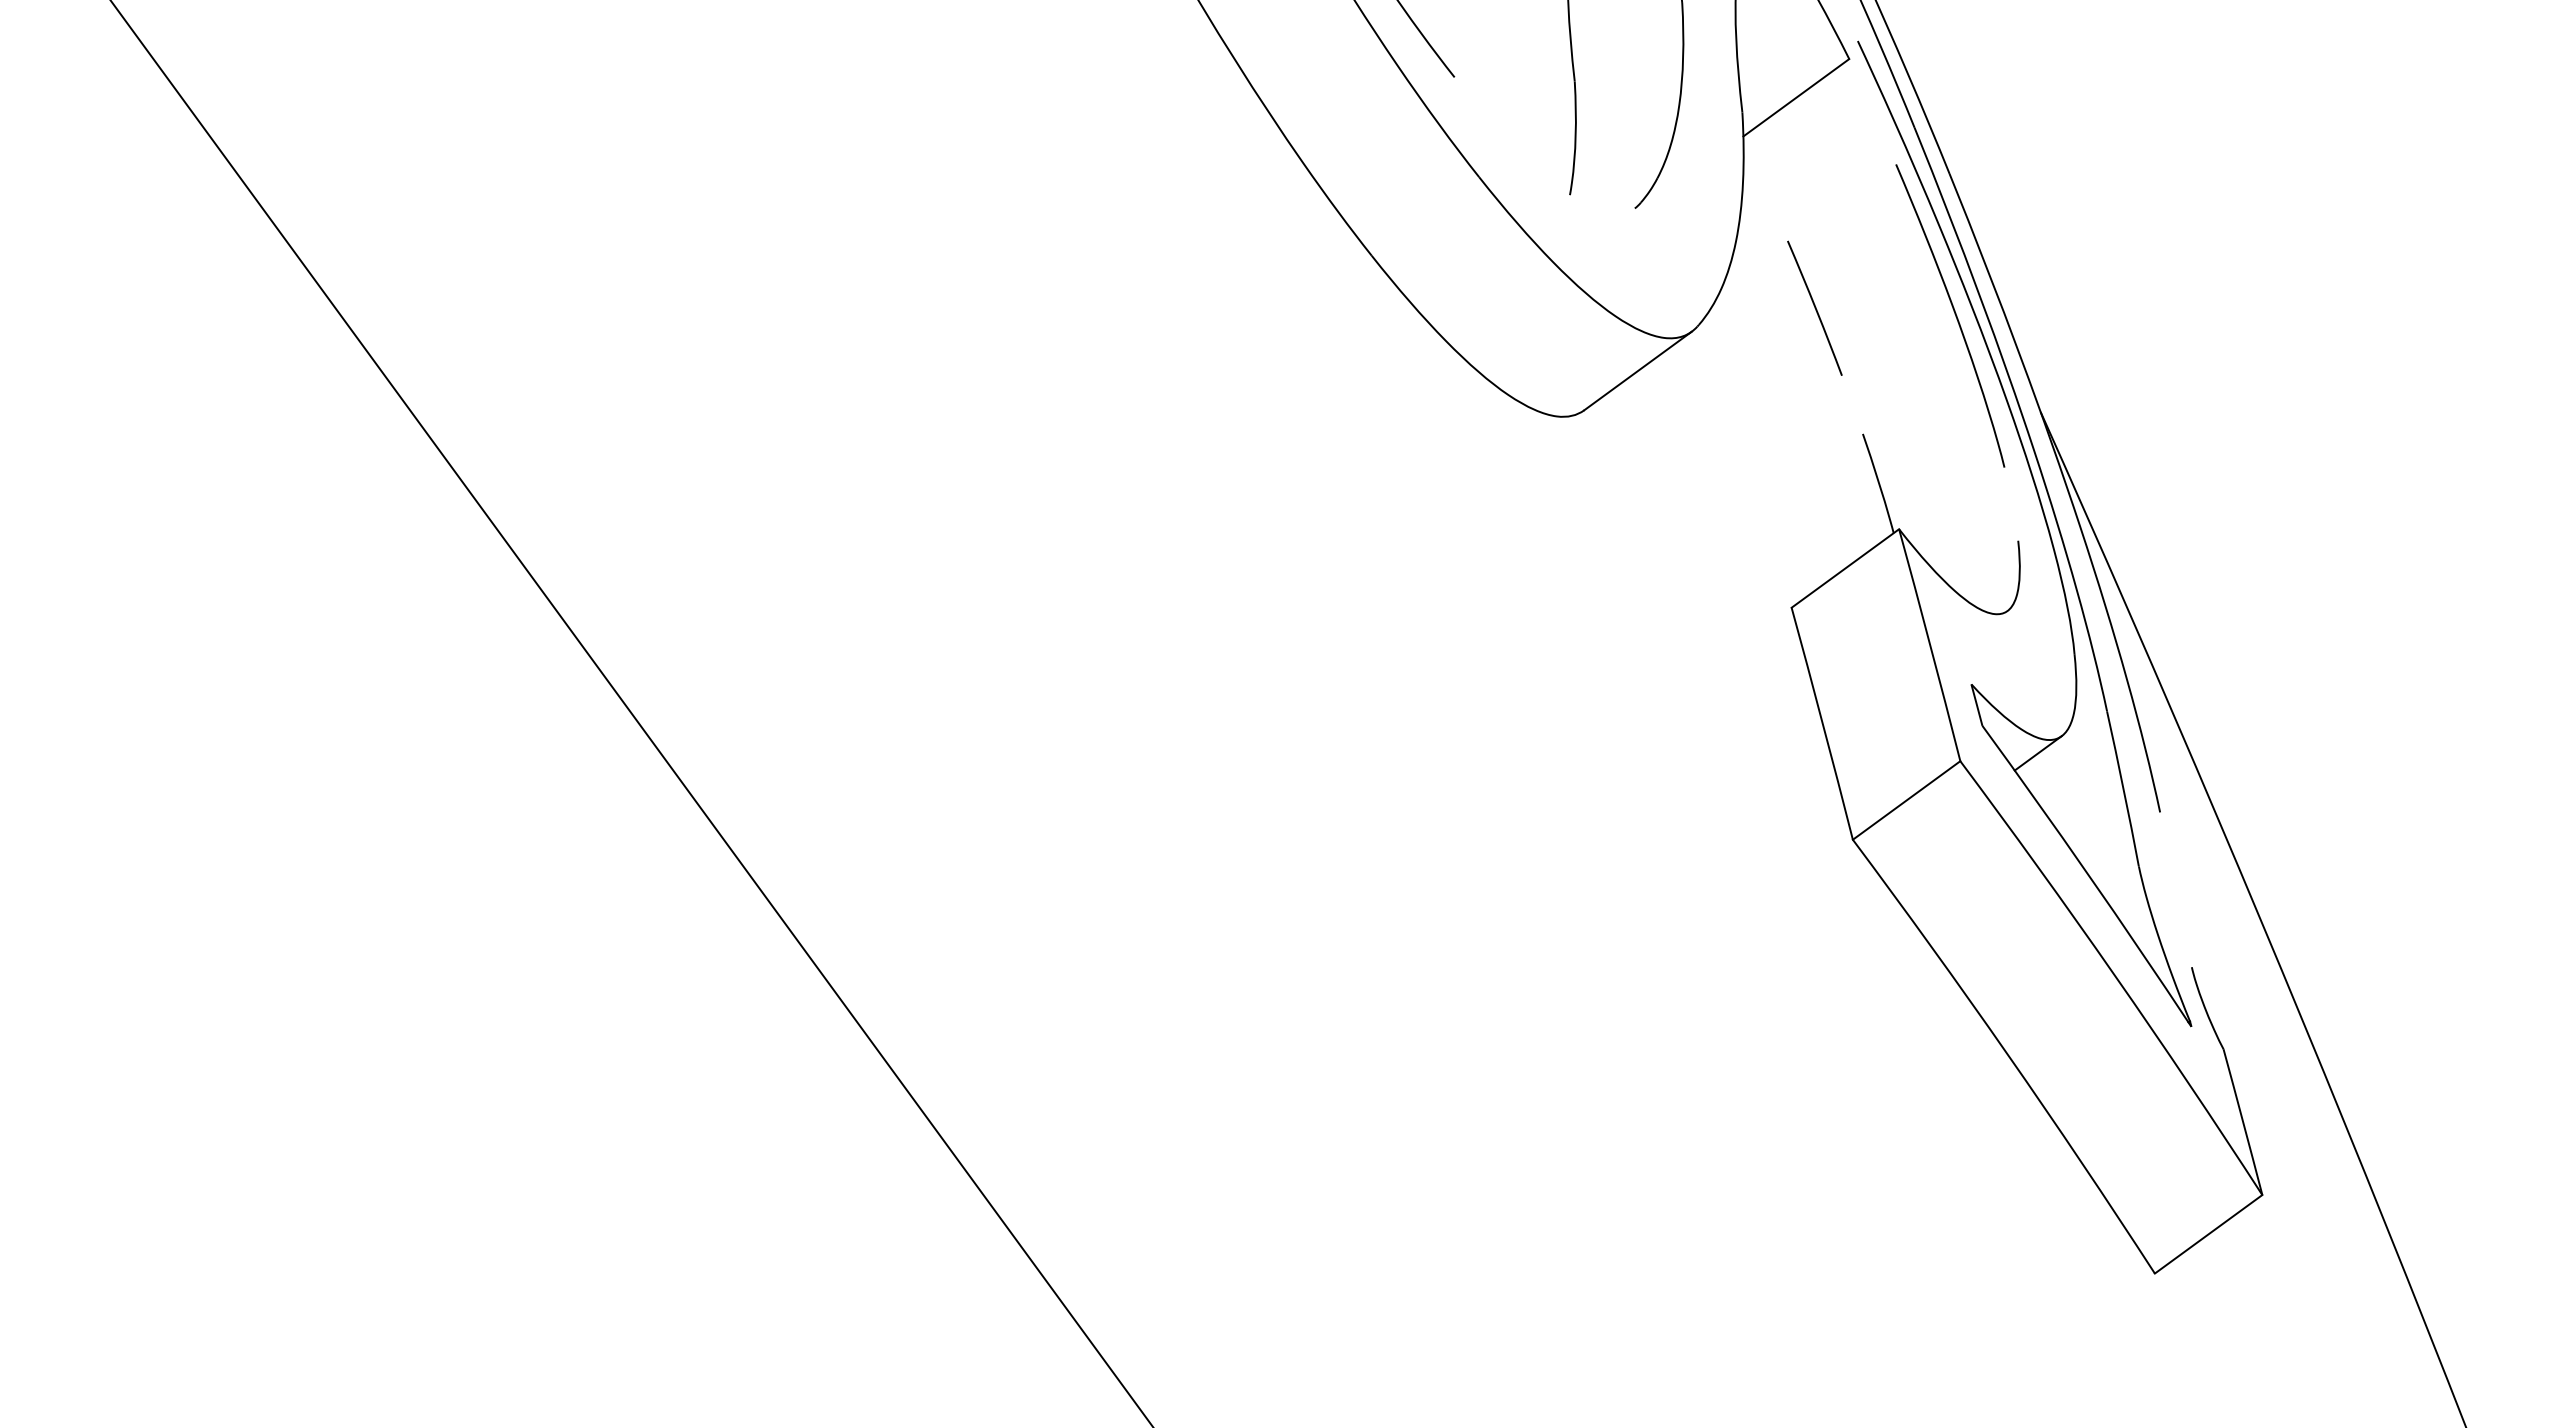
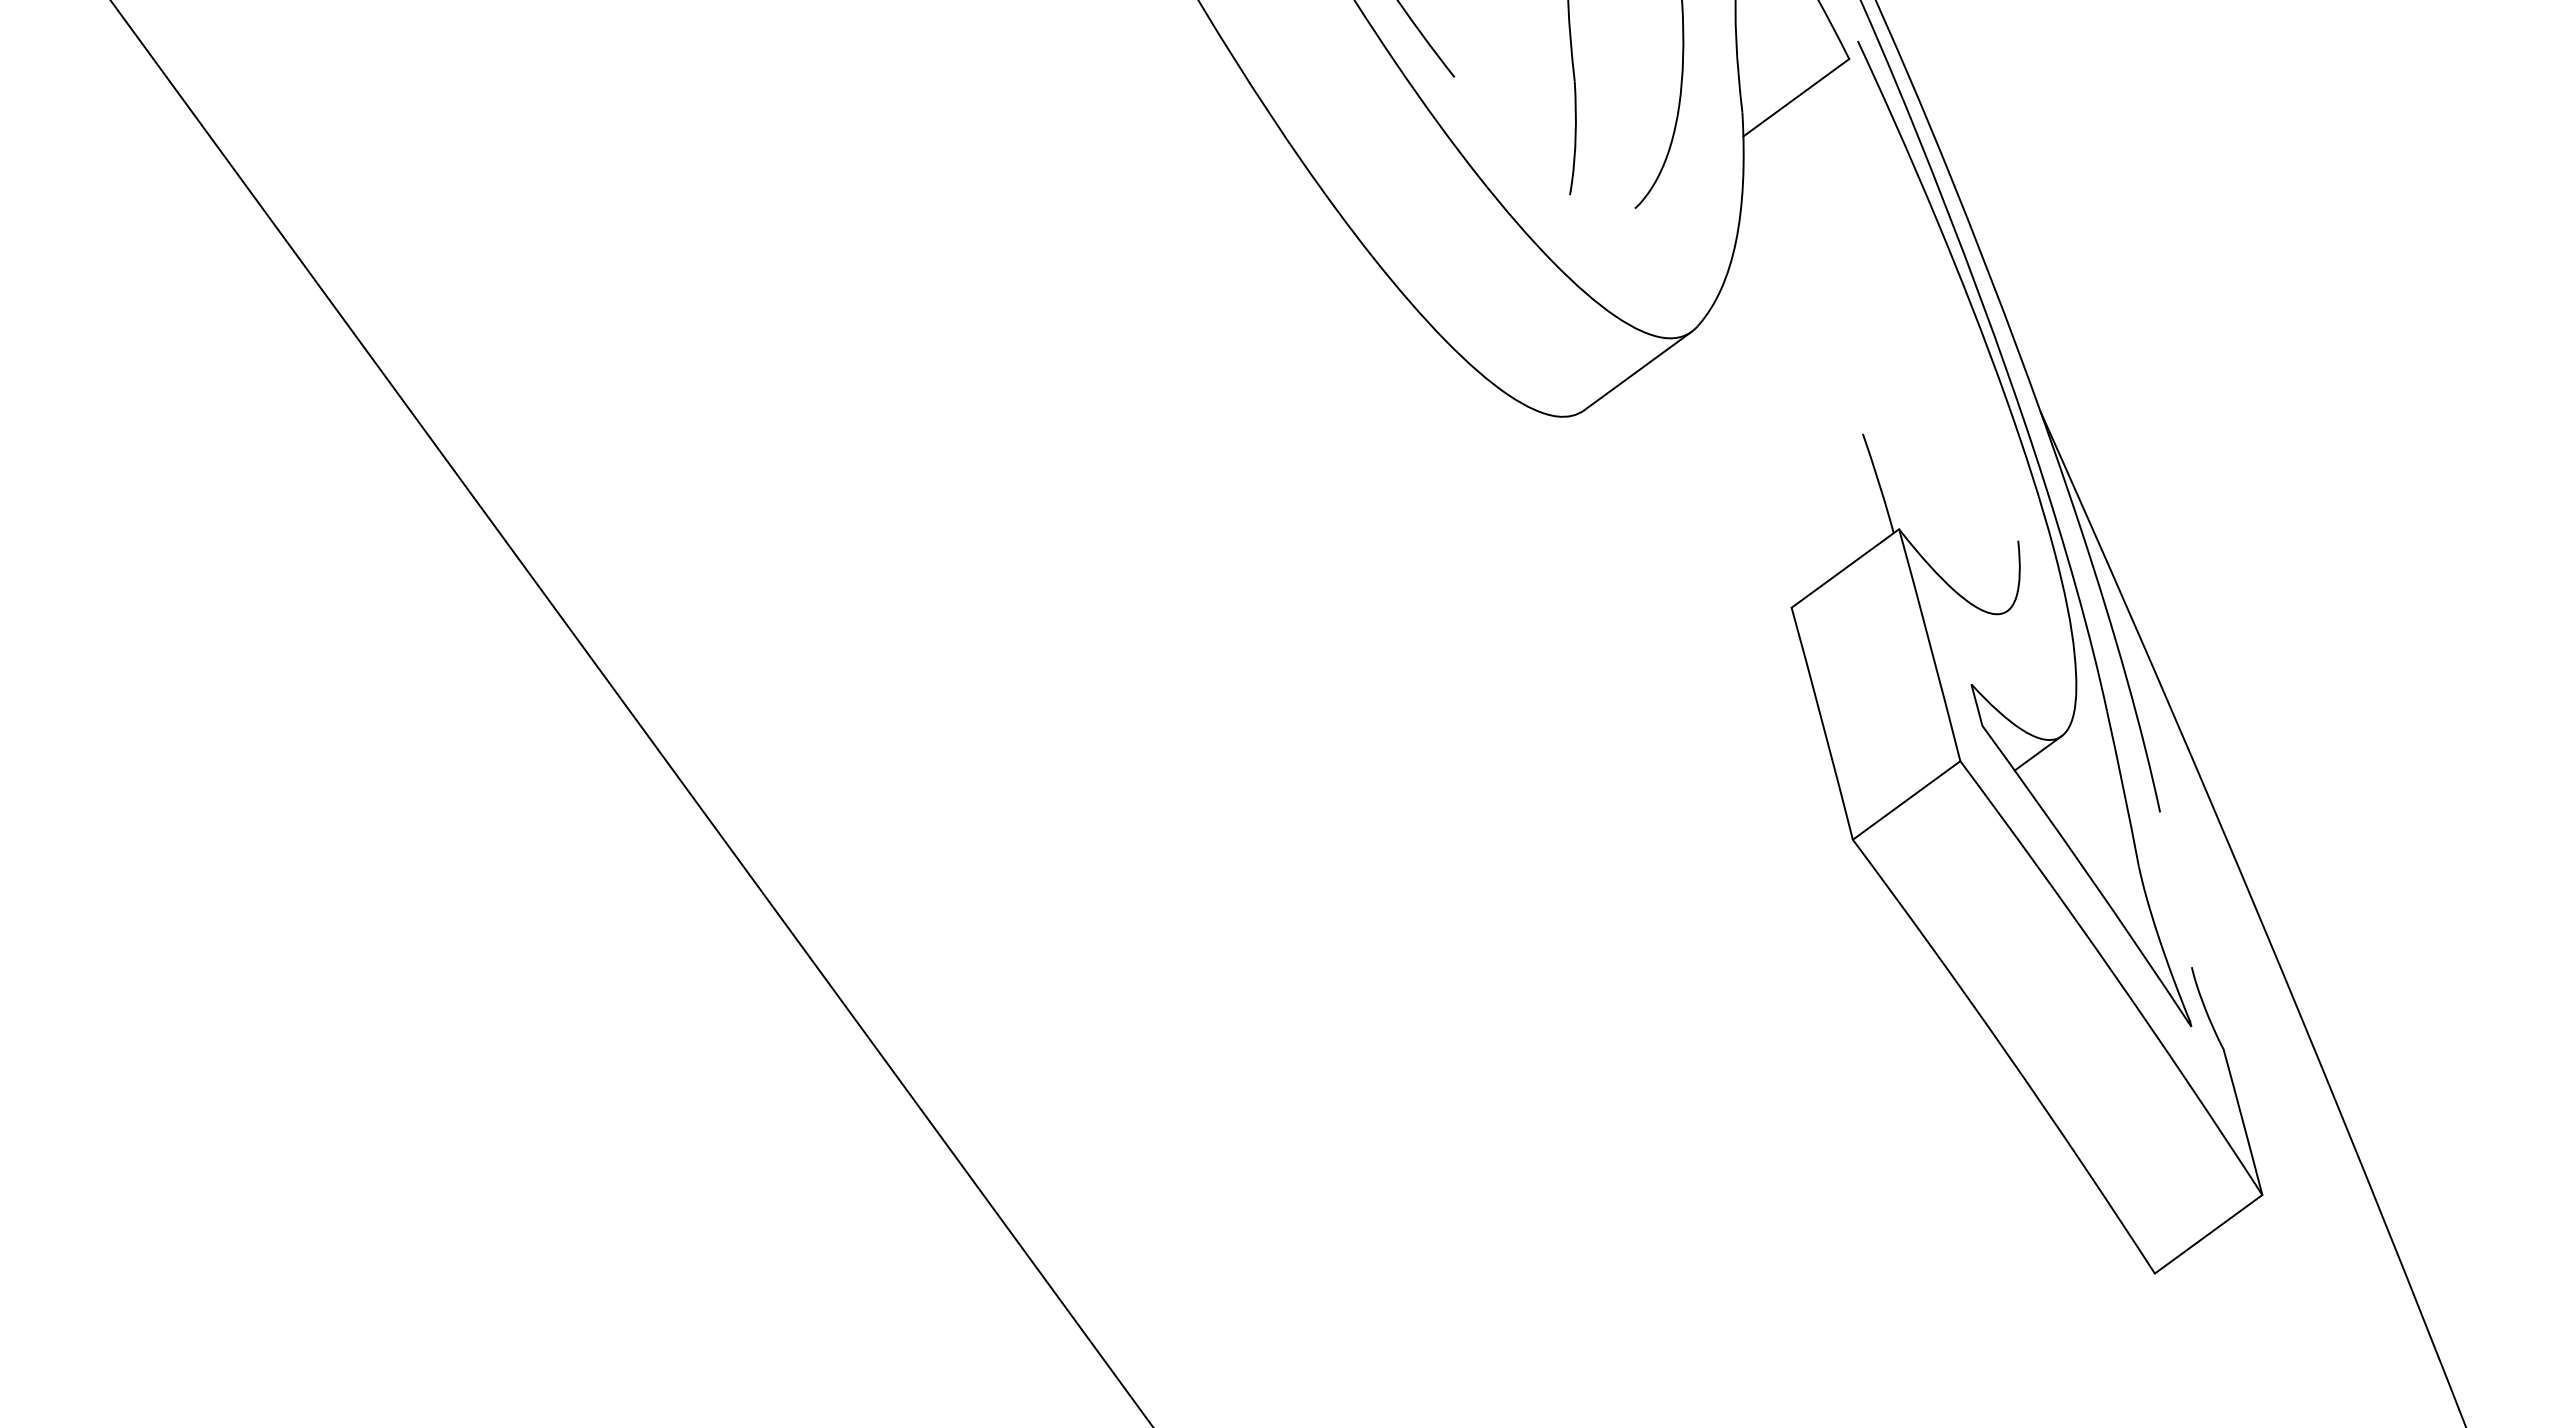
line at (1814, 307): present -> none
curve at (1954, 314): present -> none
